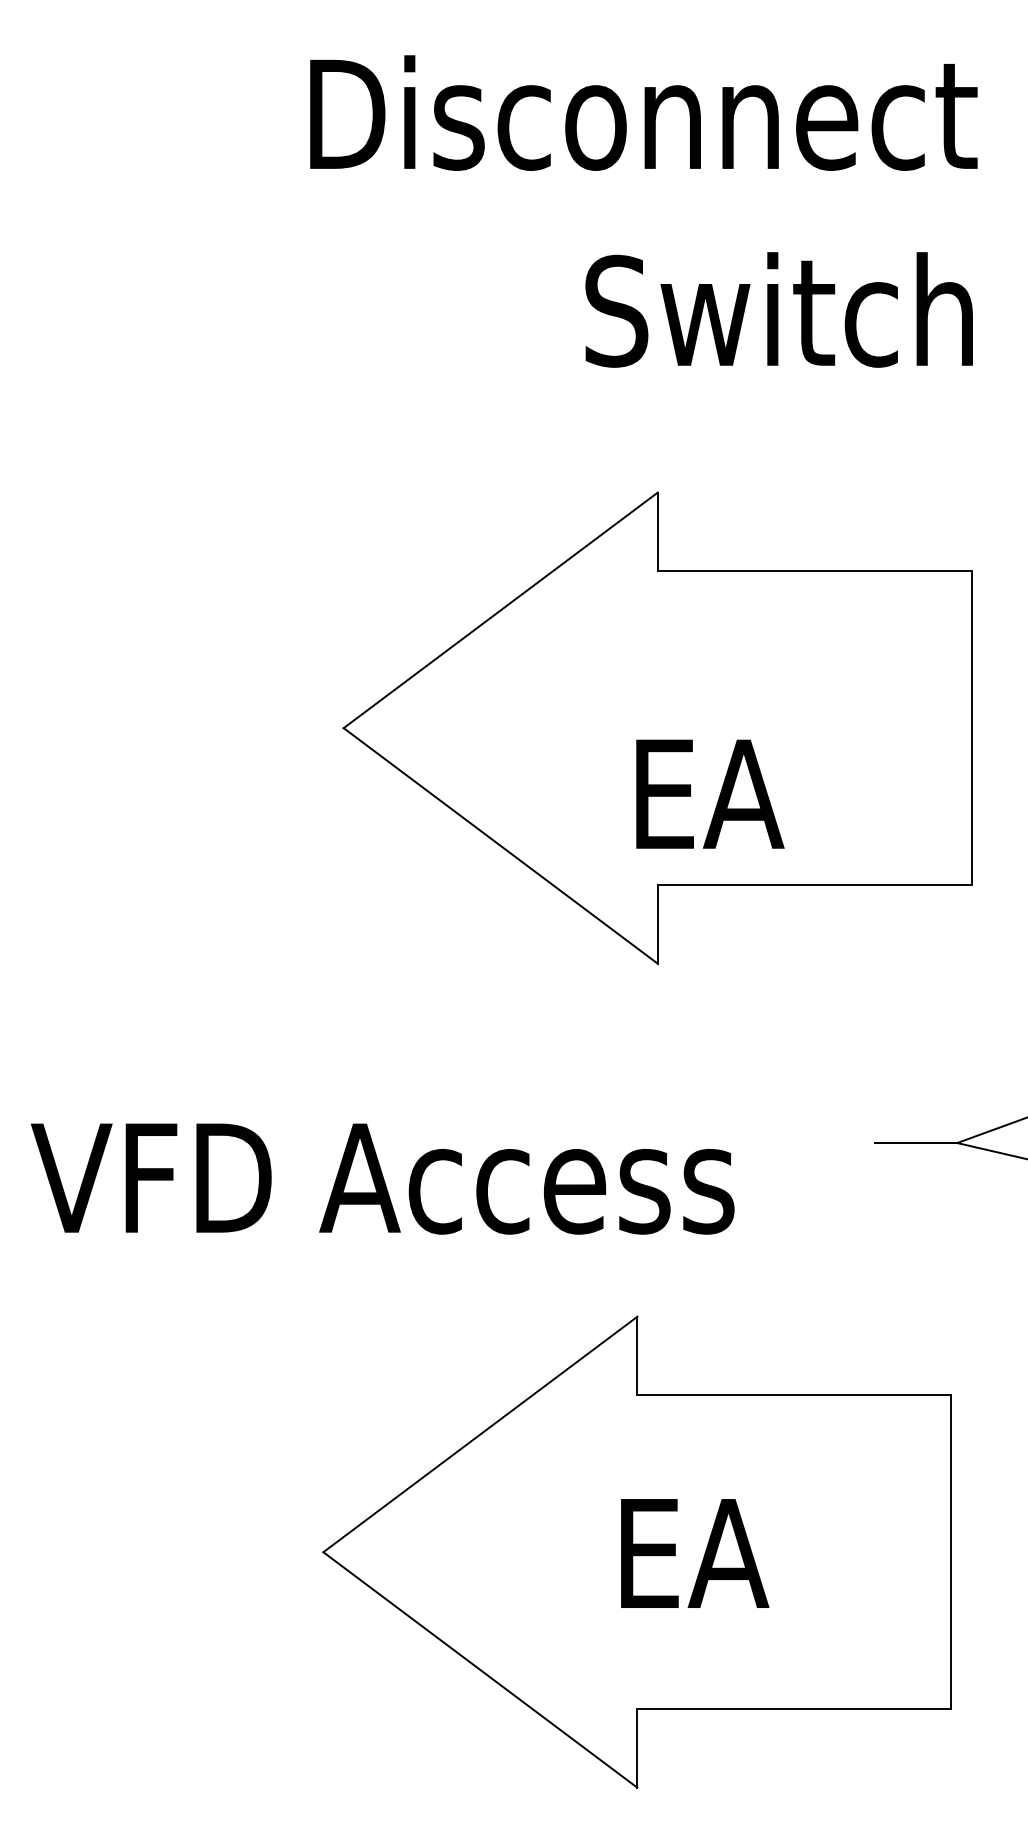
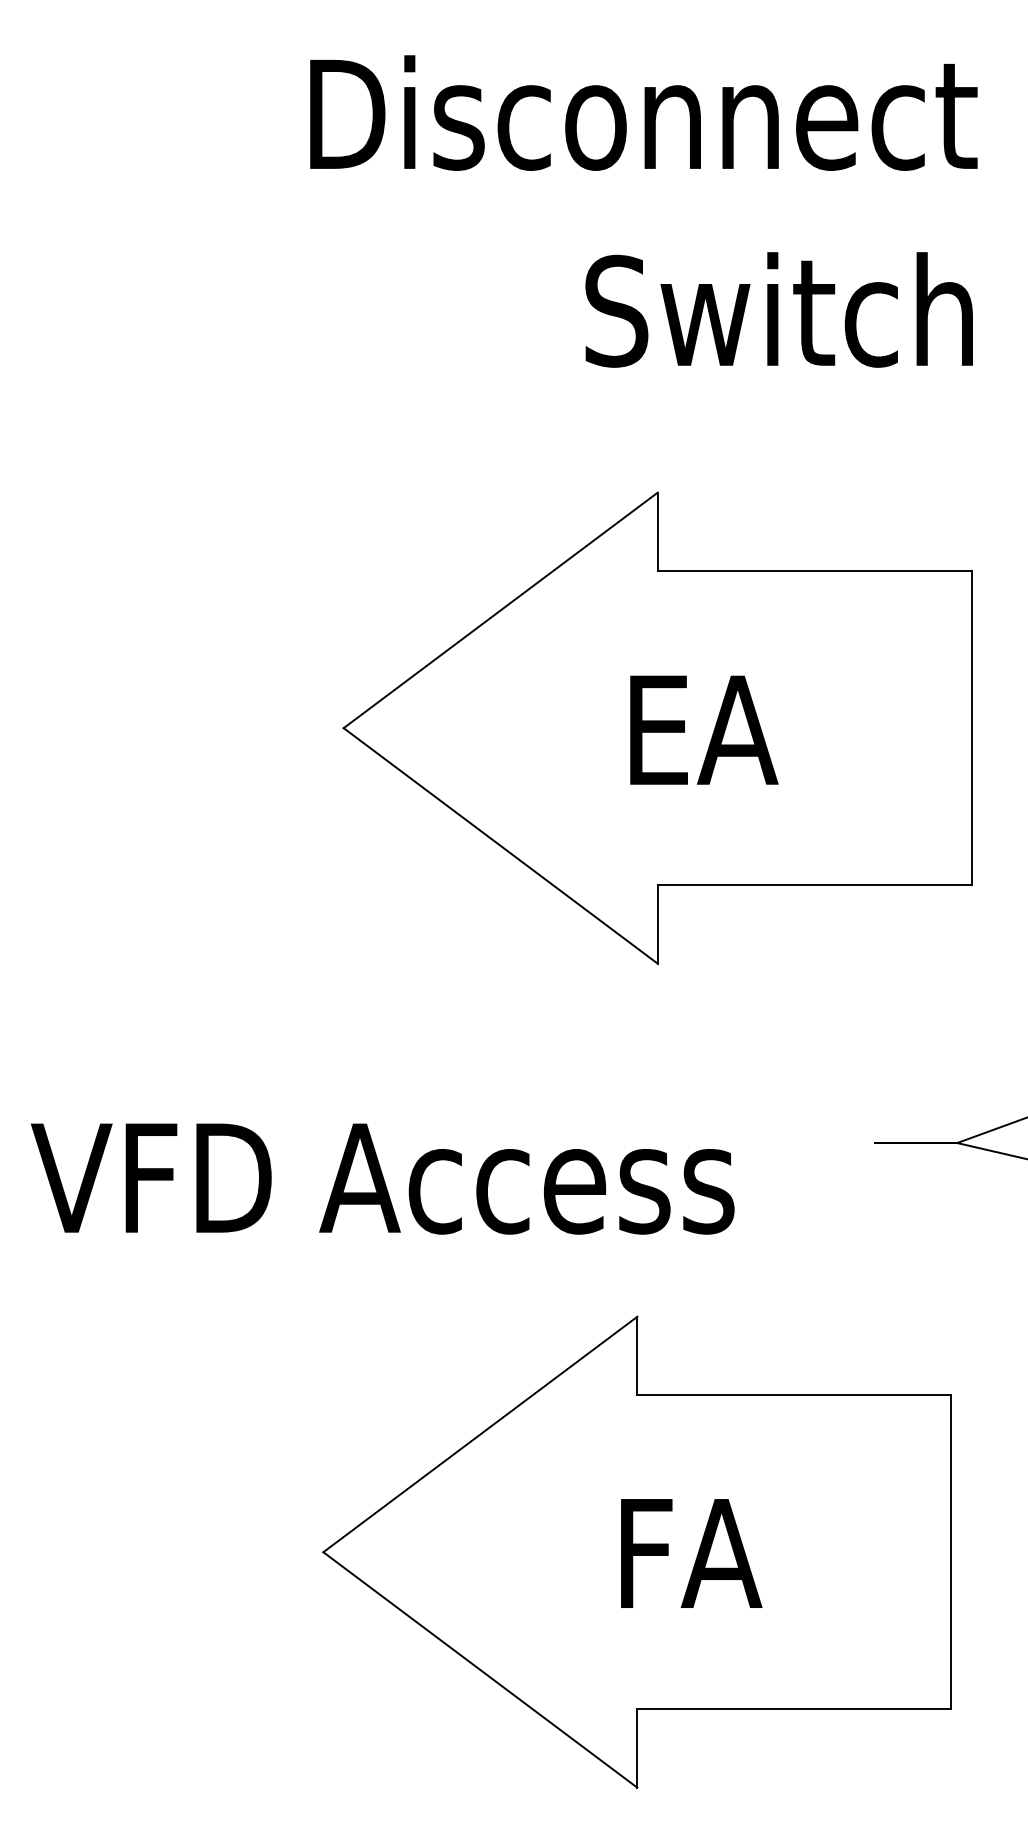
text at (710, 793) position: (710, 793) -> (704, 729)
text at (701, 1553): EA -> FA
